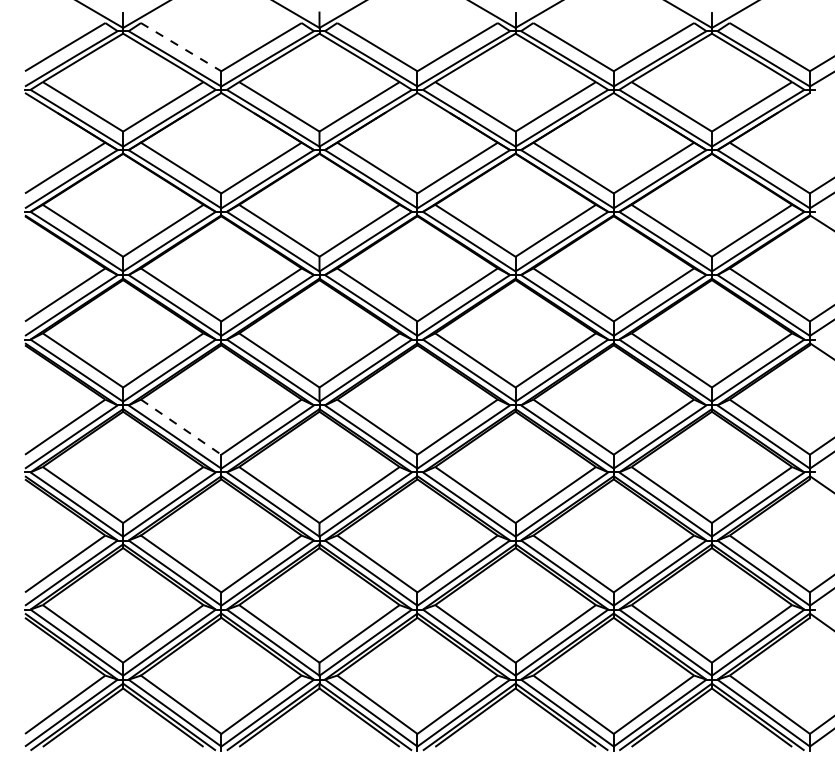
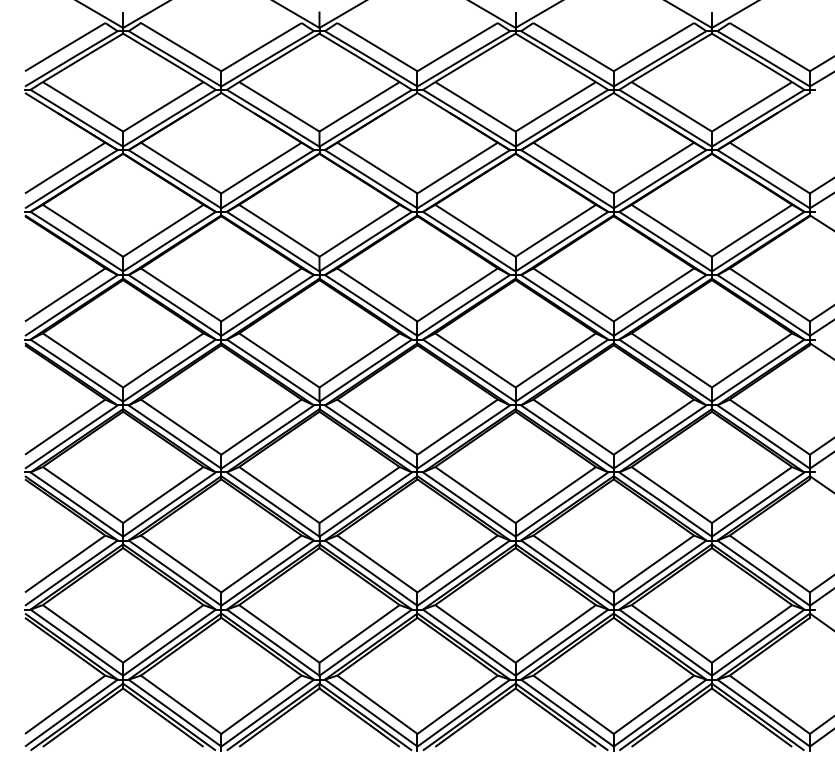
line at (181, 47): dashed -> solid
line at (181, 427): dashed -> solid
